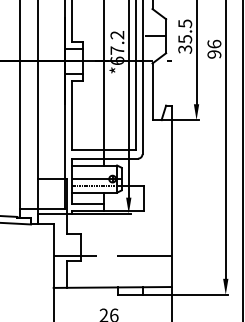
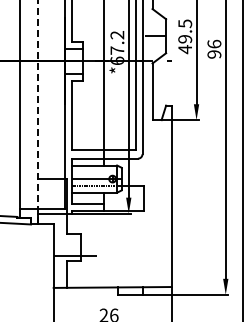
text at (185, 44): 35.5 -> 49.5
line at (37, 112): solid -> dashed
line at (143, 256): present -> none
